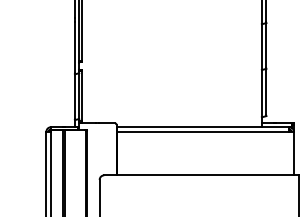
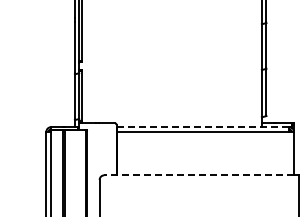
line at (202, 127): solid -> dashed
line at (199, 175): solid -> dashed
